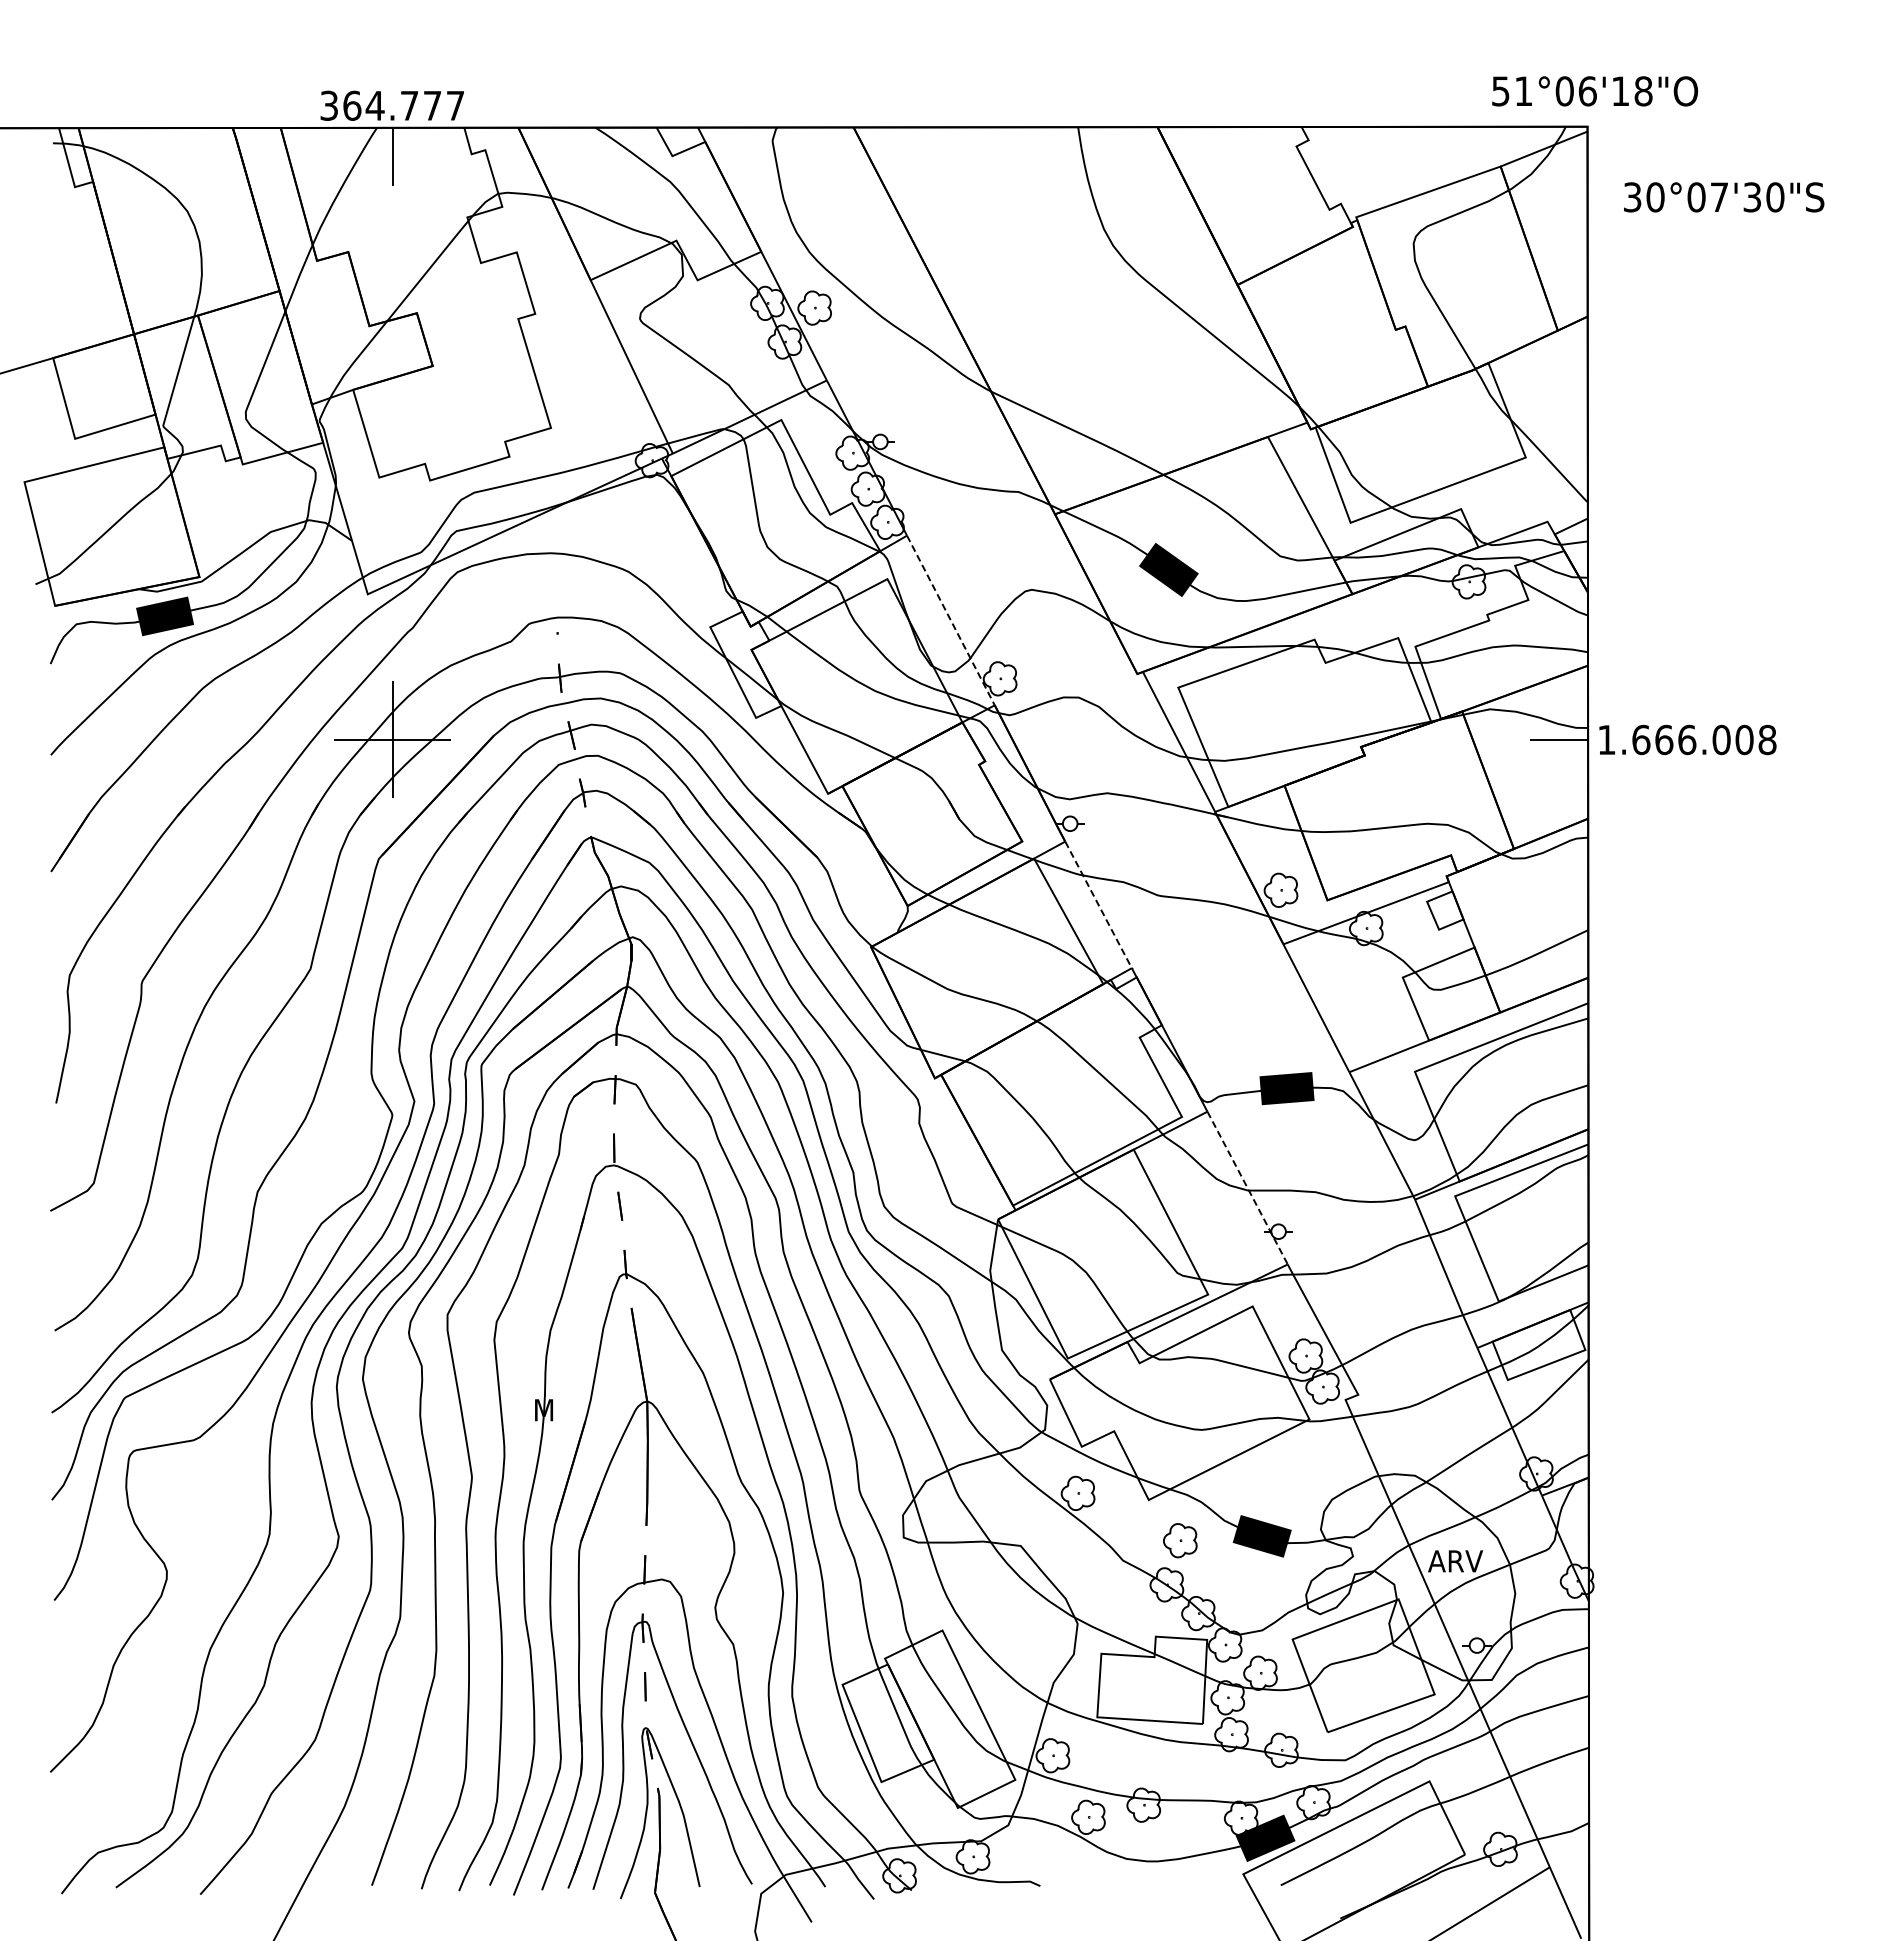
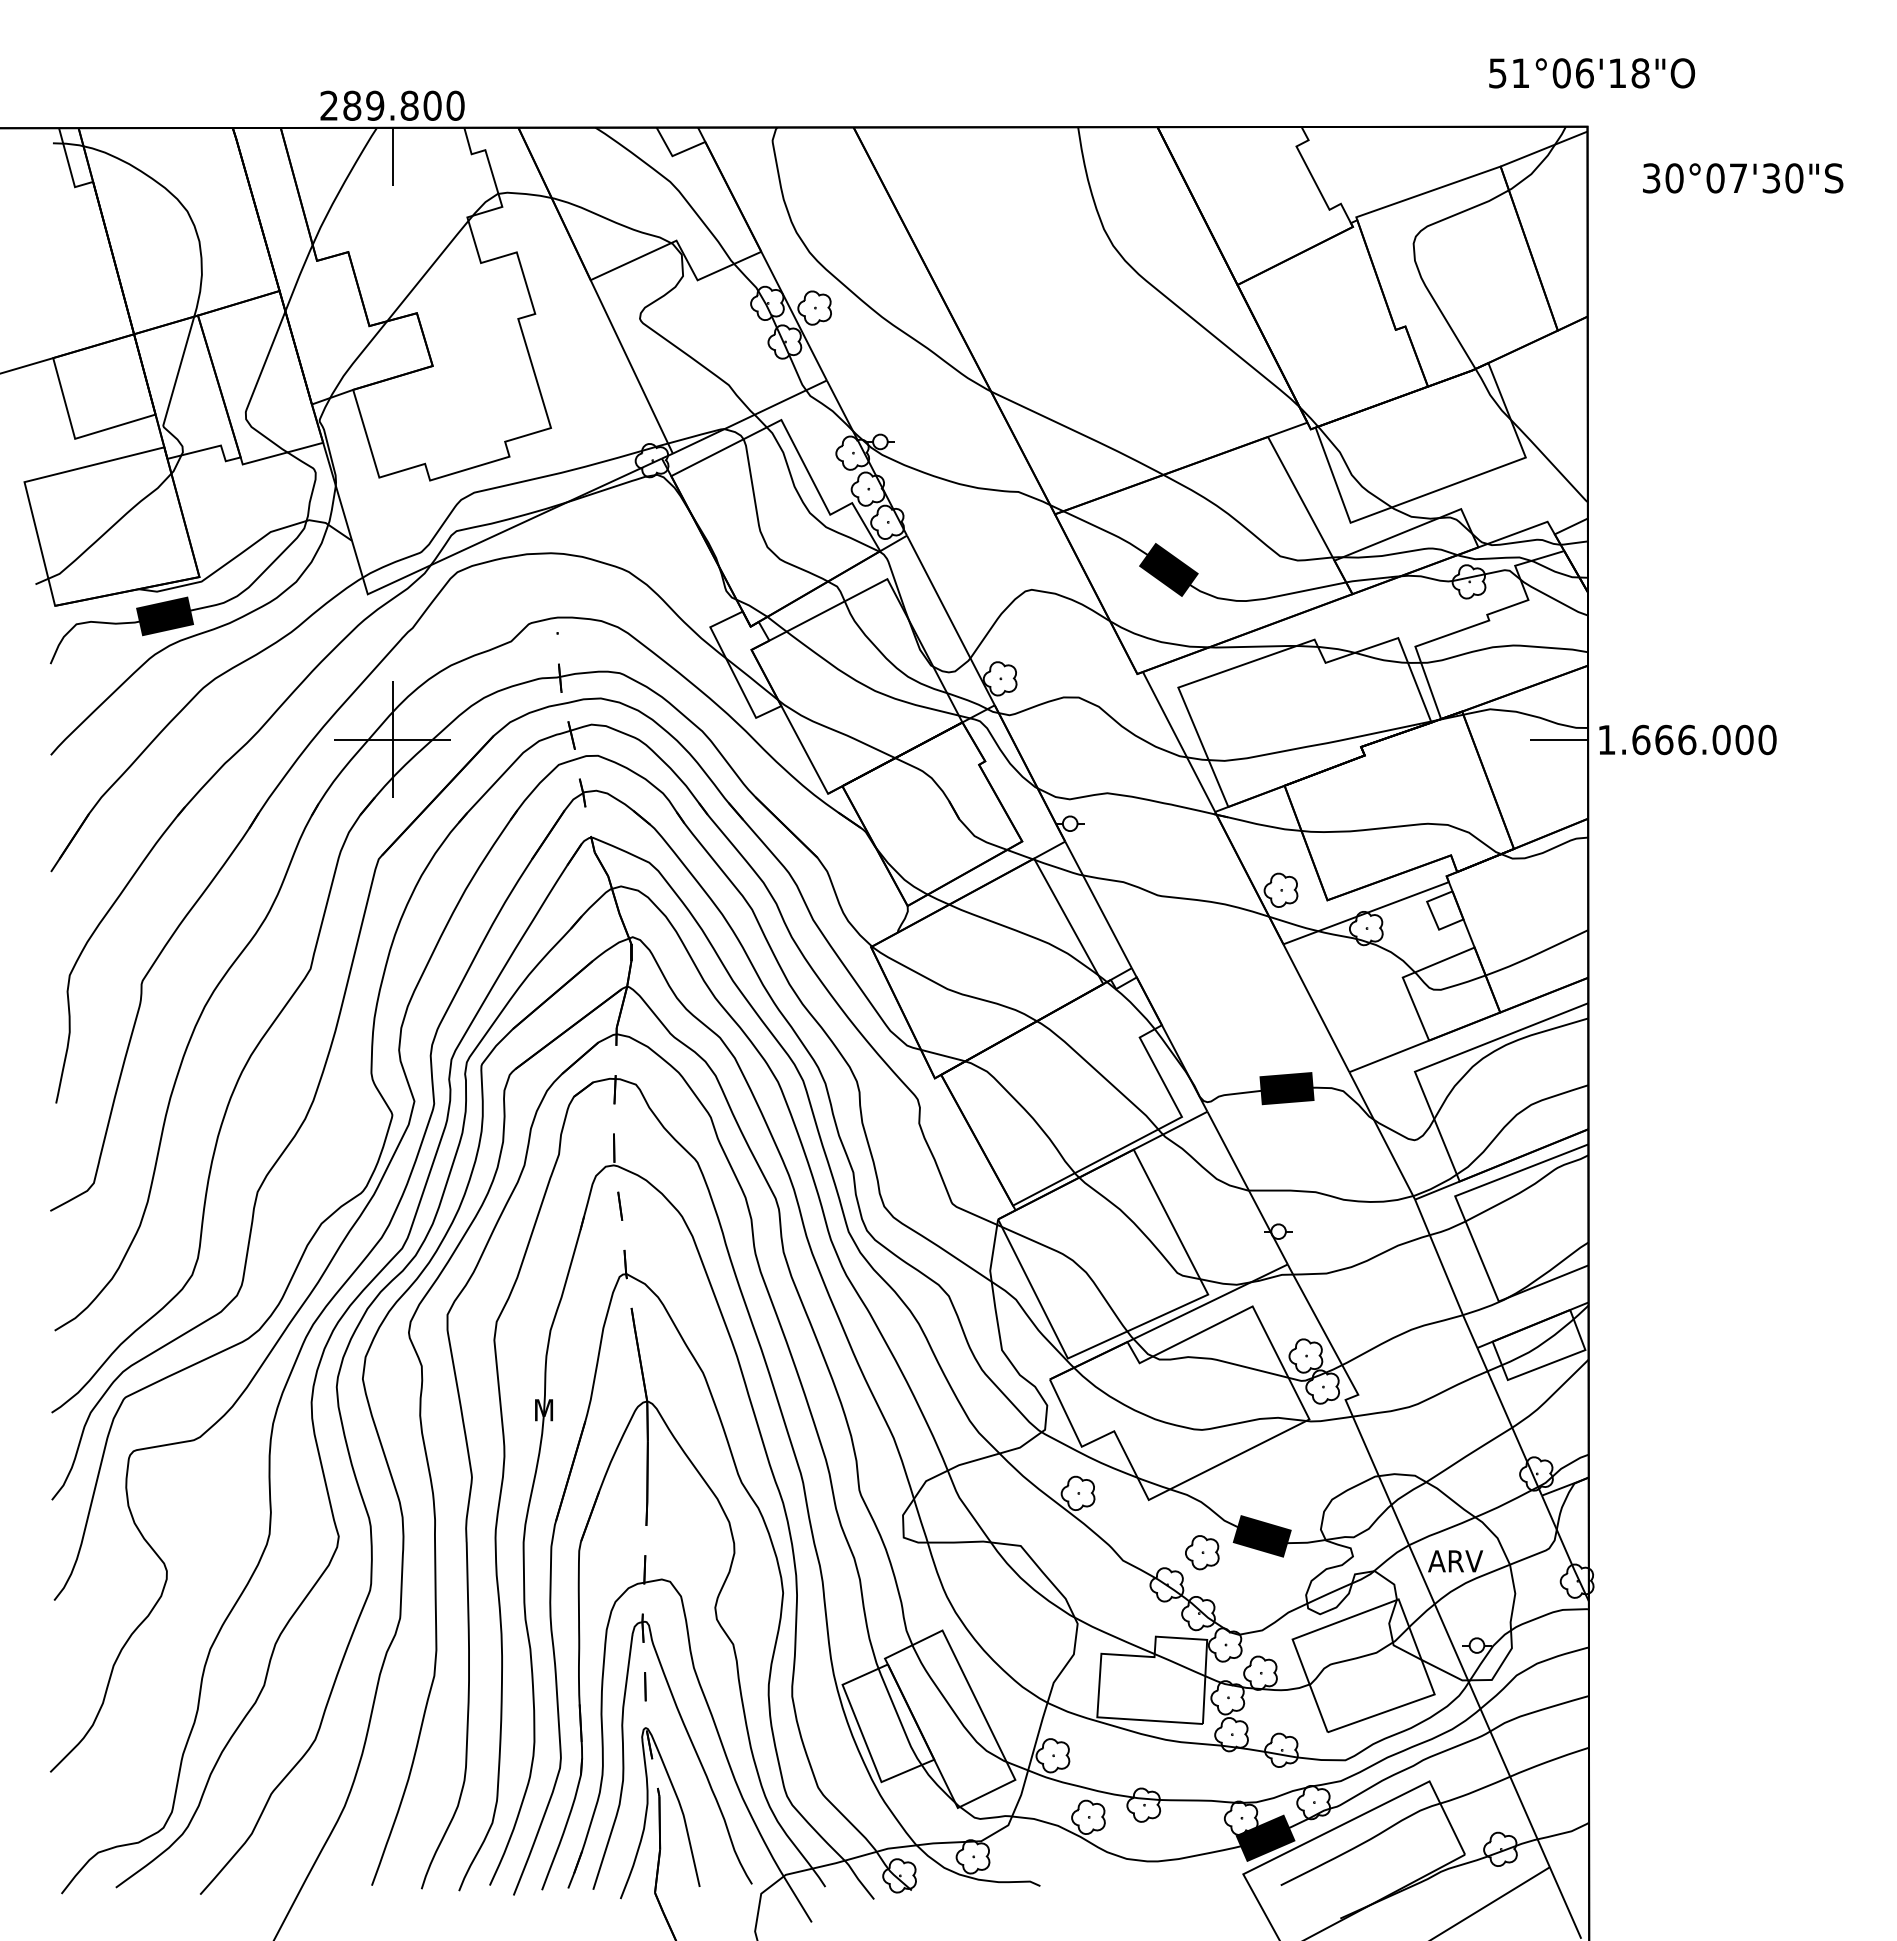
text at (1595, 91) position: (1595, 91) -> (1592, 73)
text at (392, 105): 364.777 -> 289.800
text at (1724, 197) position: (1724, 197) -> (1743, 178)
line at (950, 620): dashed -> solid
text at (1767, 739): 1.666.008 -> 1.666.000
line at (1098, 904): dashed -> solid
line at (1247, 1188): dashed -> solid
part at (1180, 1540) position: (1180, 1540) -> (1202, 1552)
